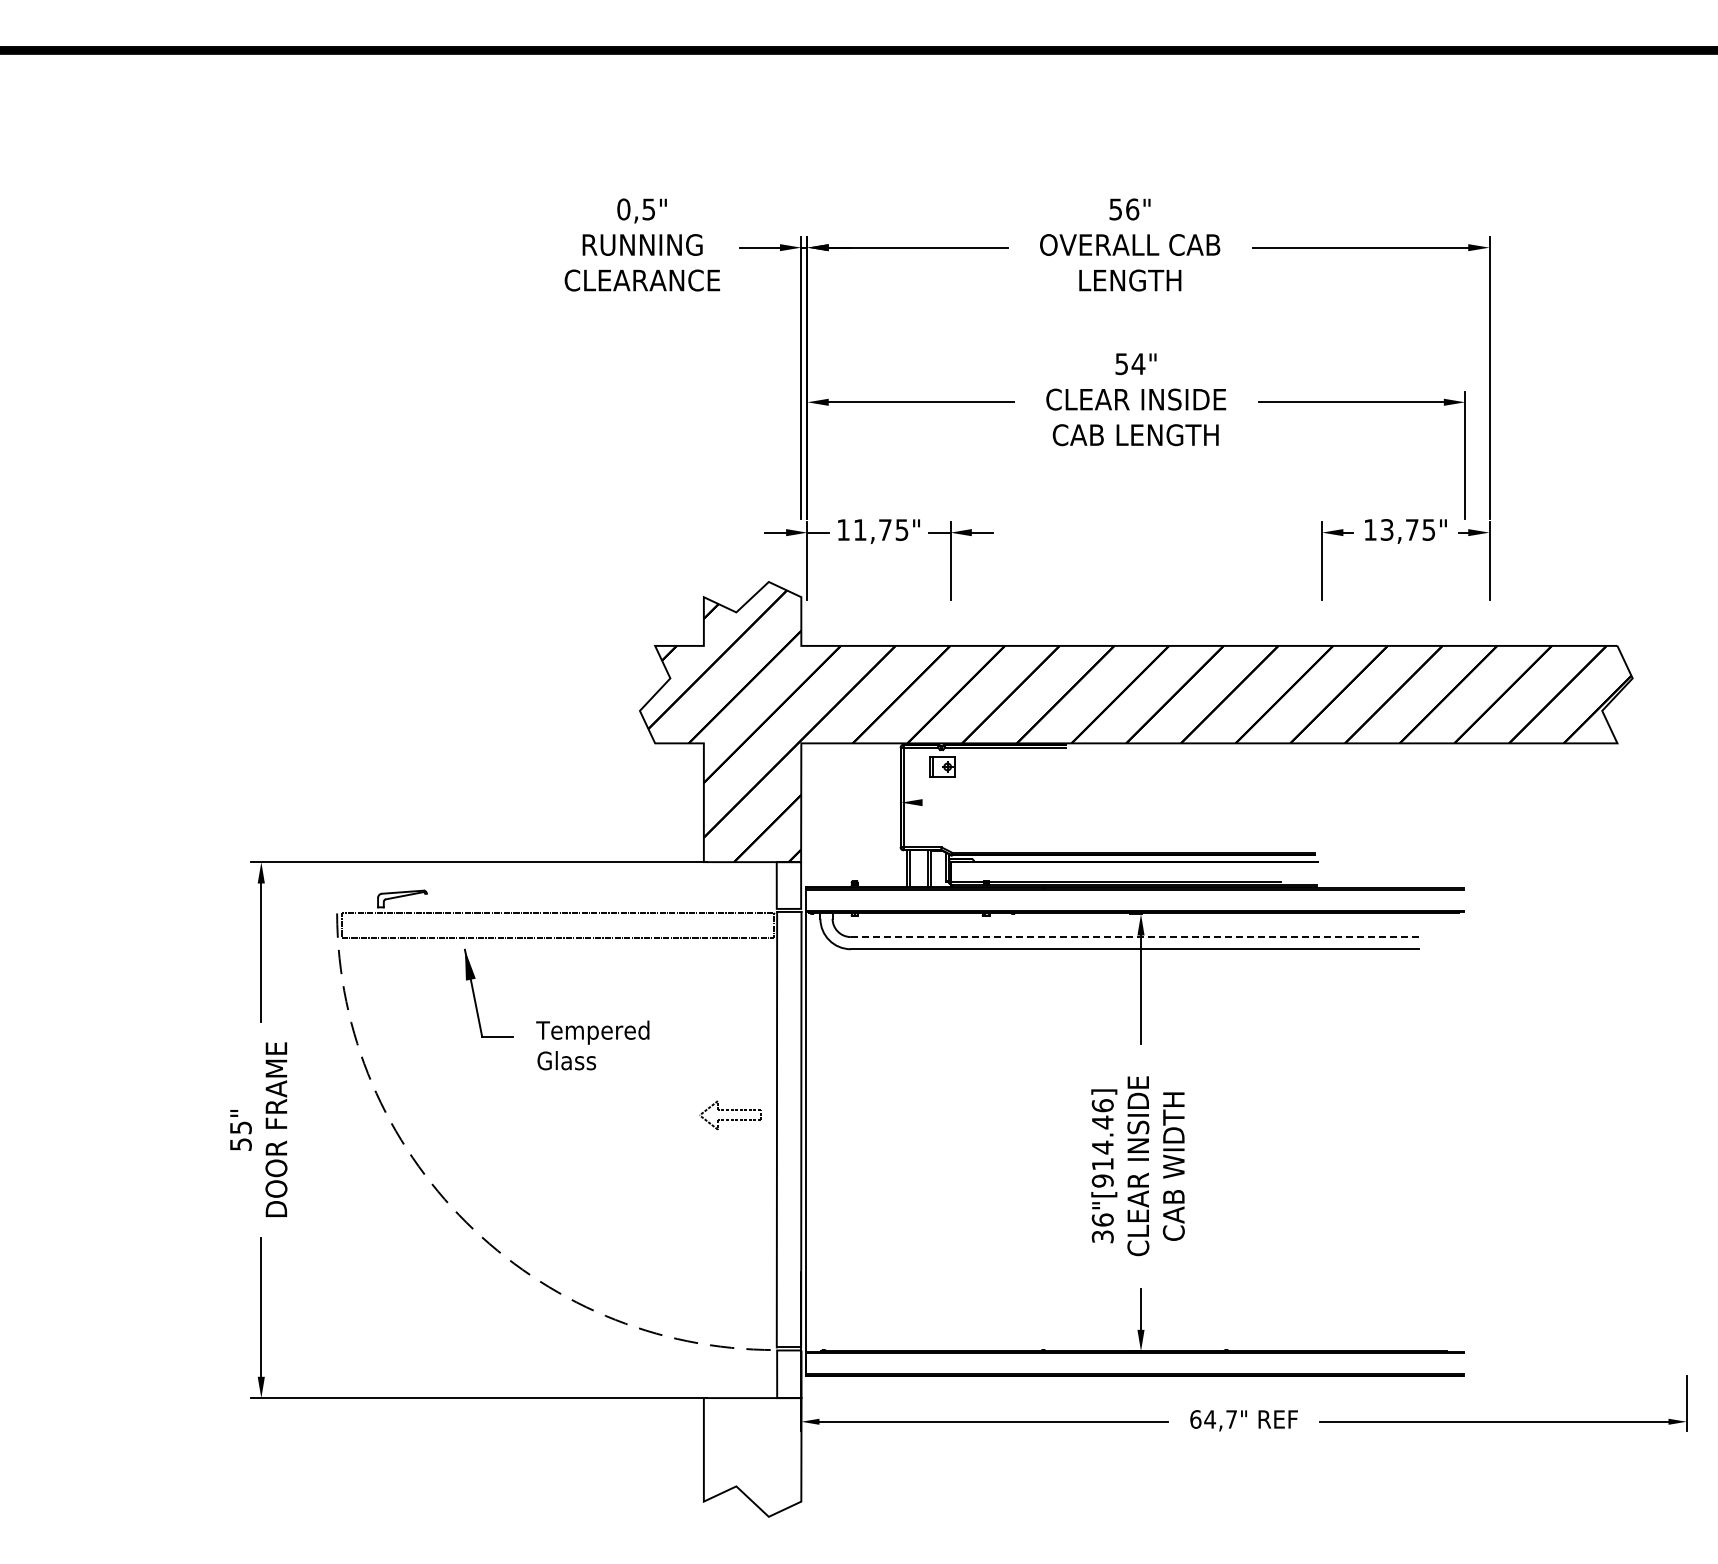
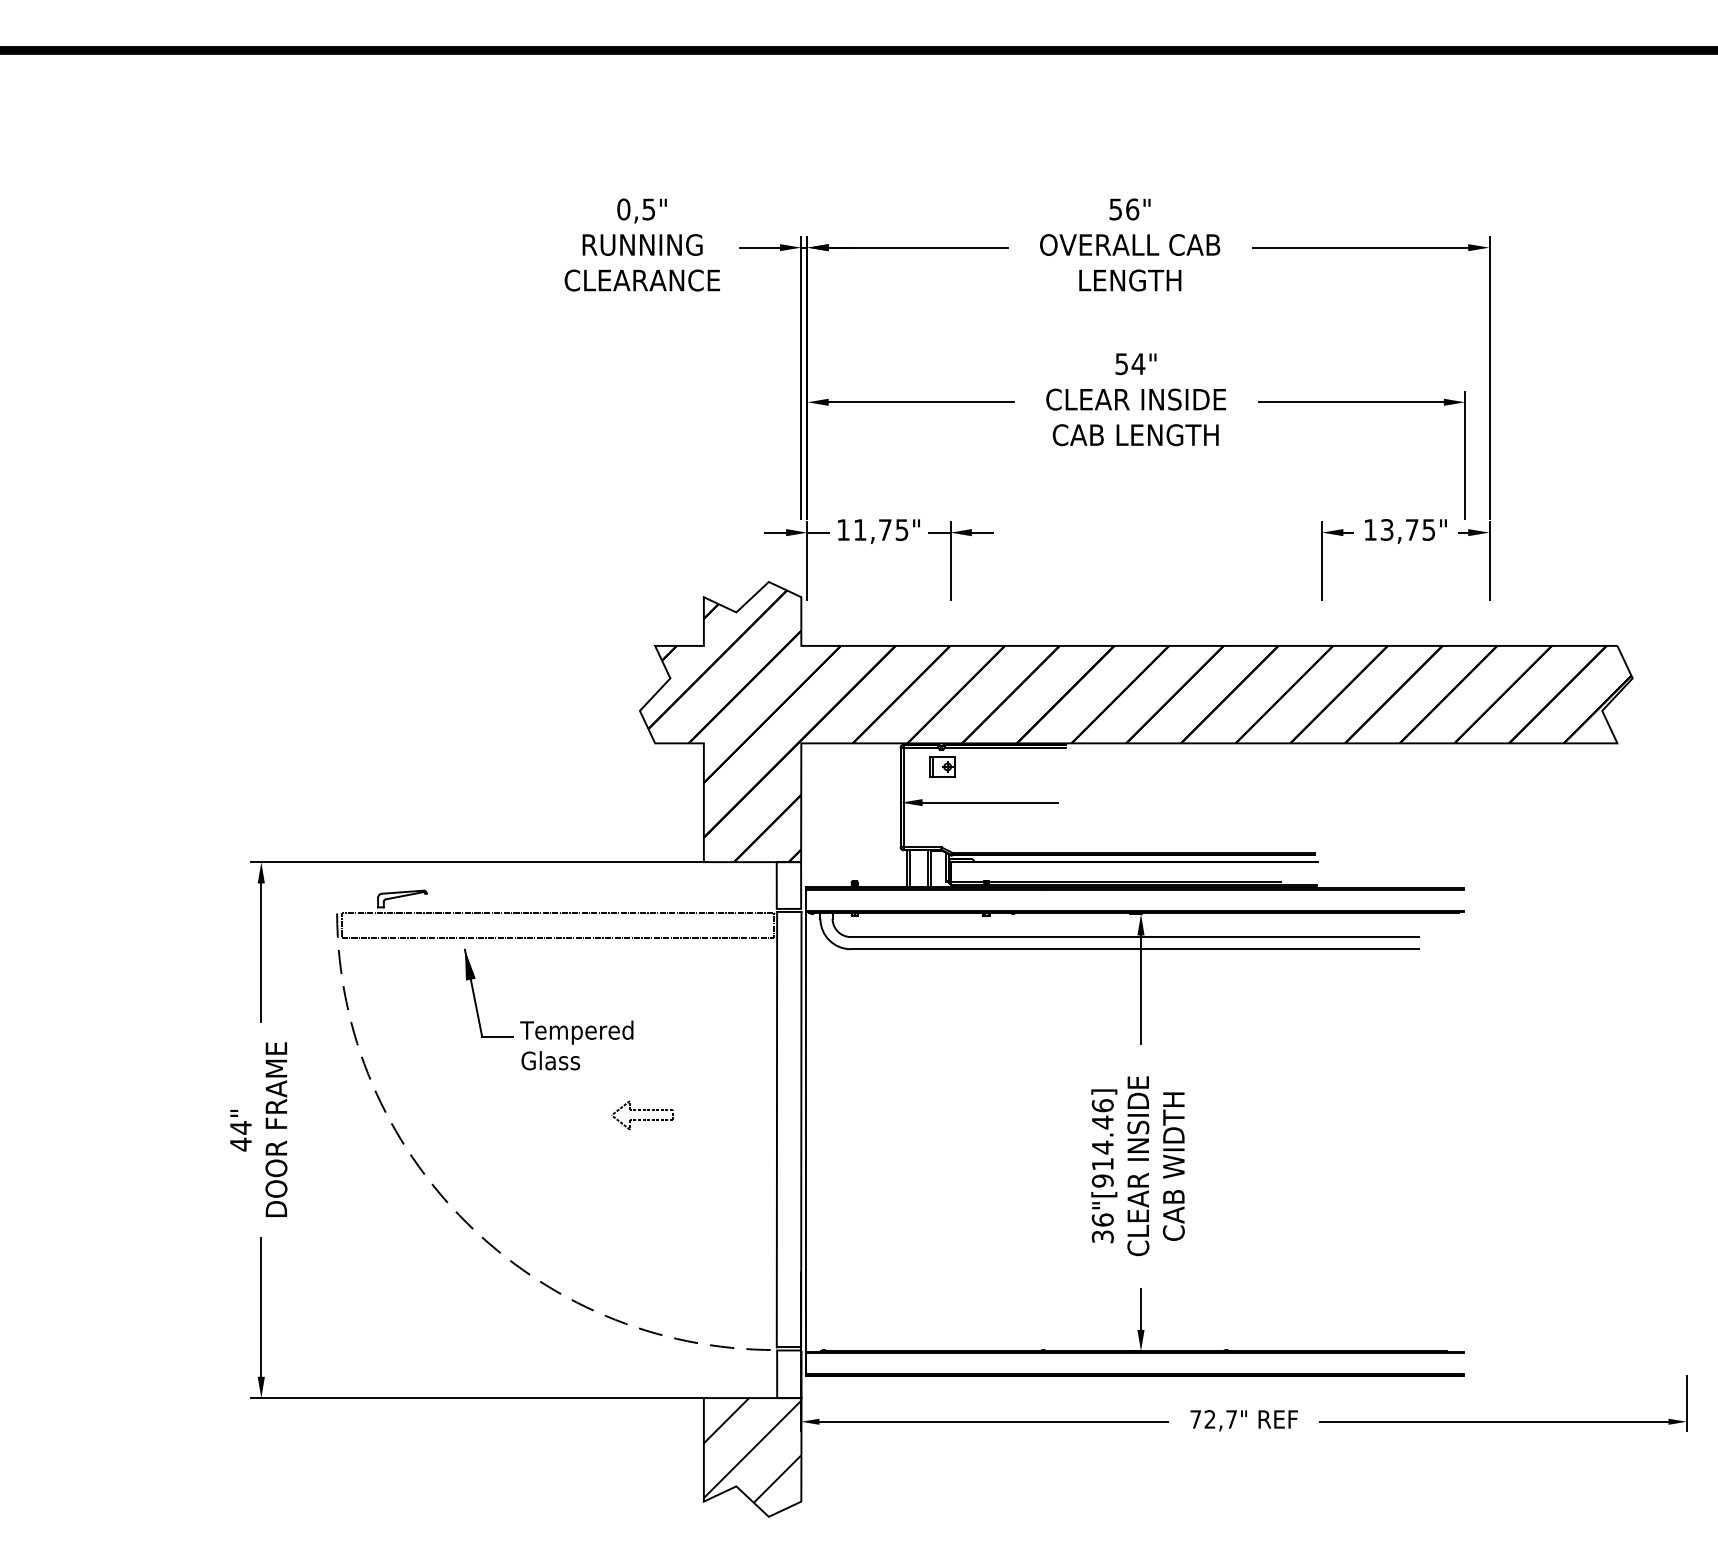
line at (990, 802): none -> present
line at (1134, 937): dashed -> solid
text at (592, 1045) position: (592, 1045) -> (576, 1045)
part at (730, 1115) position: (730, 1115) -> (642, 1115)
text at (240, 1136): 55" -> 44"
text at (1203, 1419): 64,7" -> 72,7"
hatch at (752, 1450): none -> present
